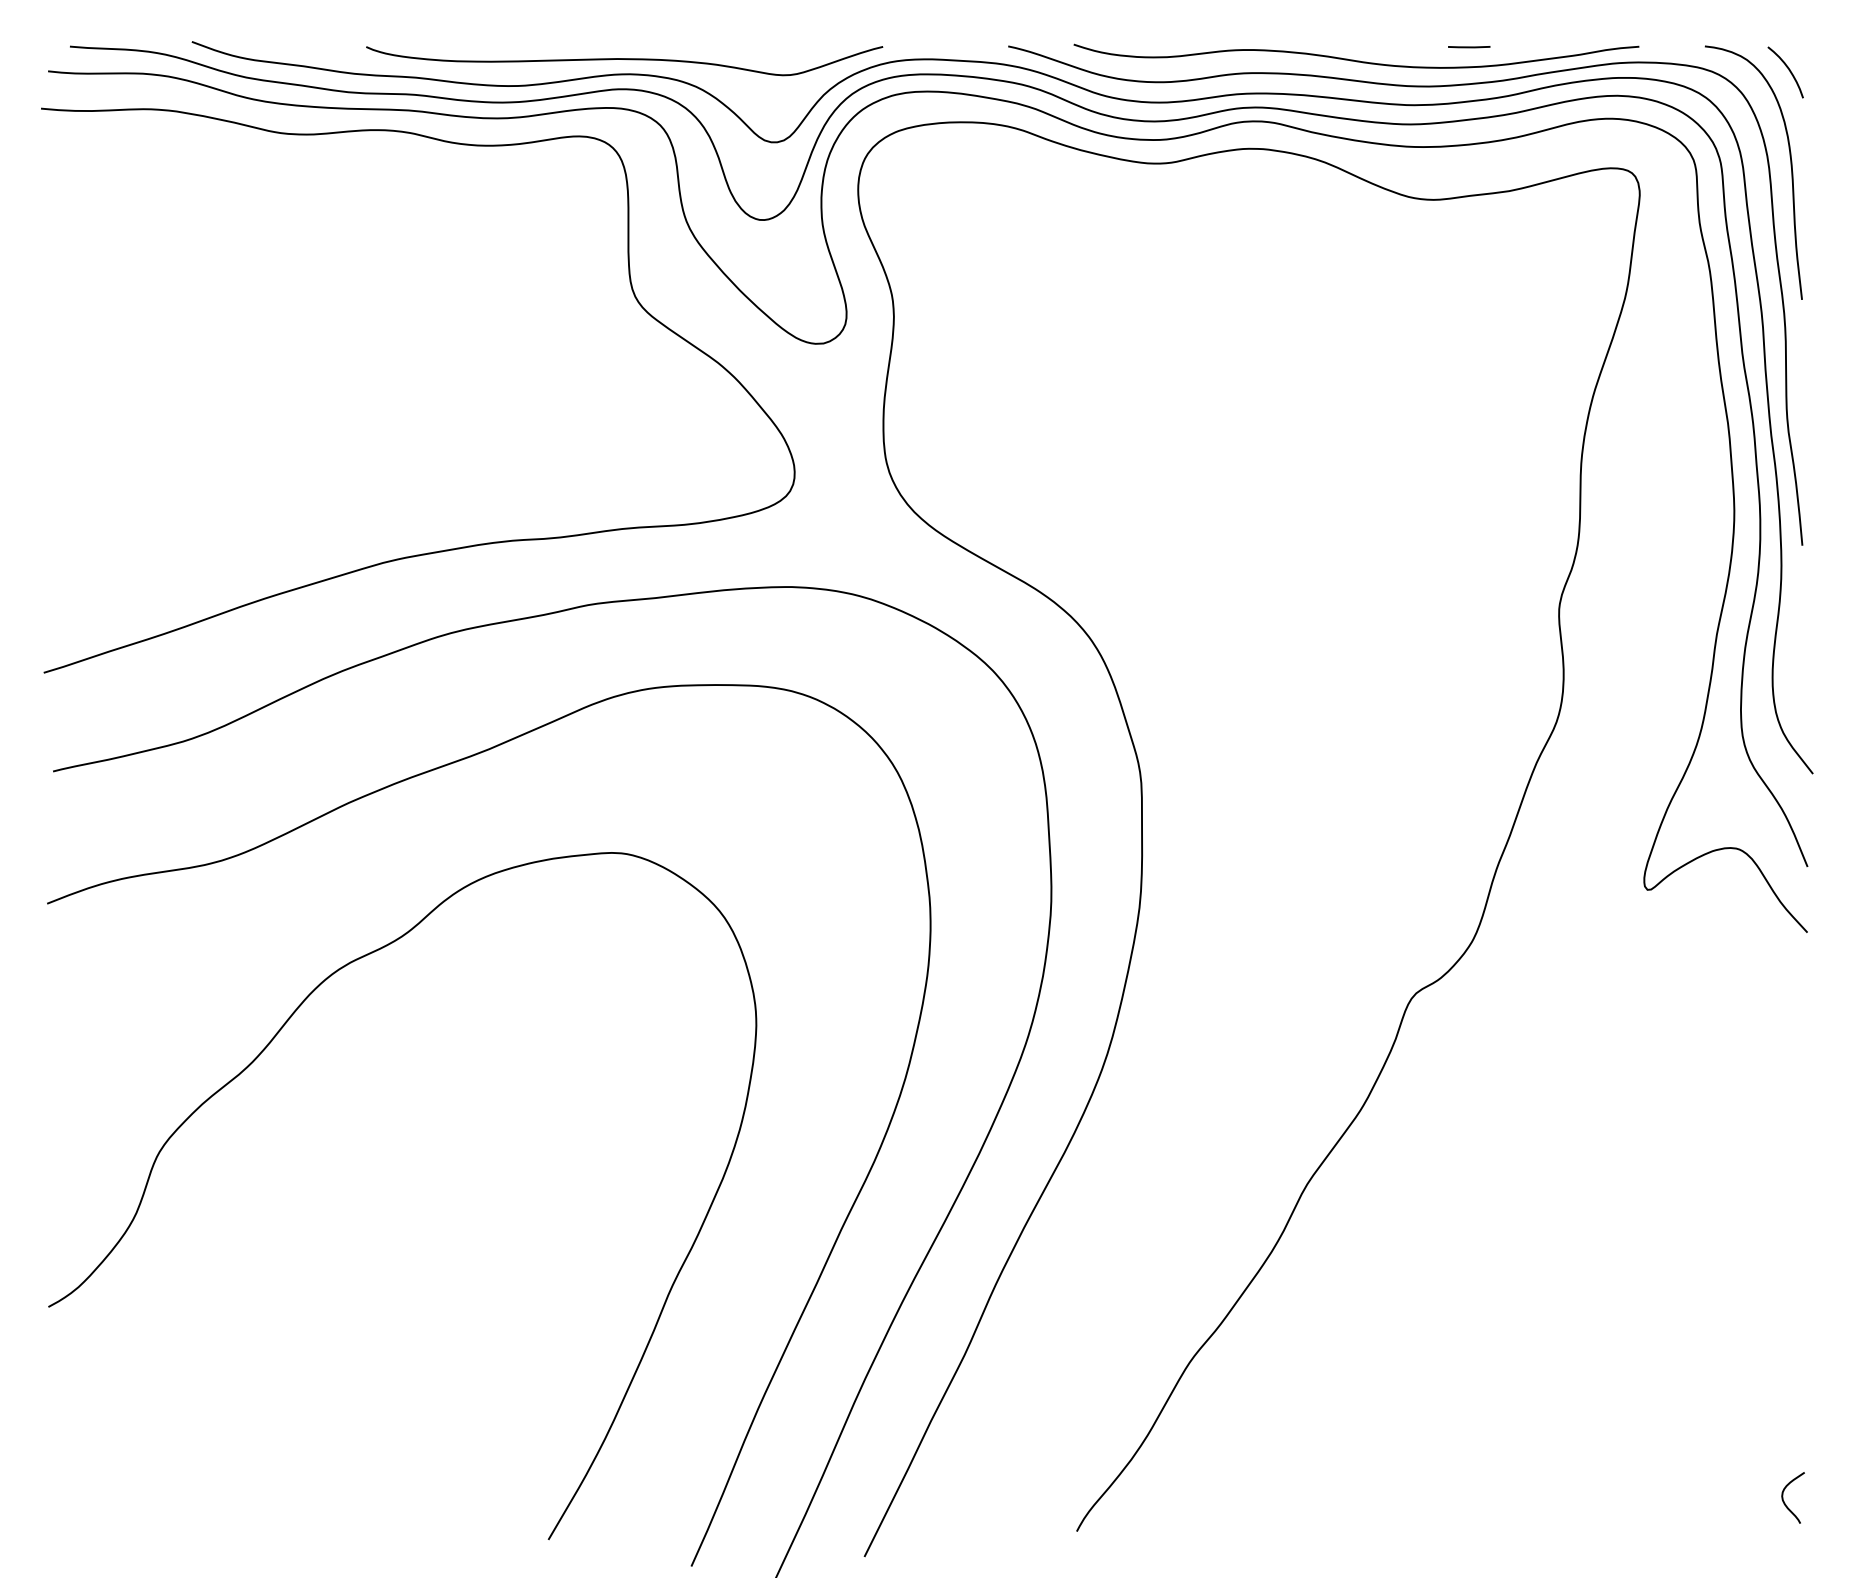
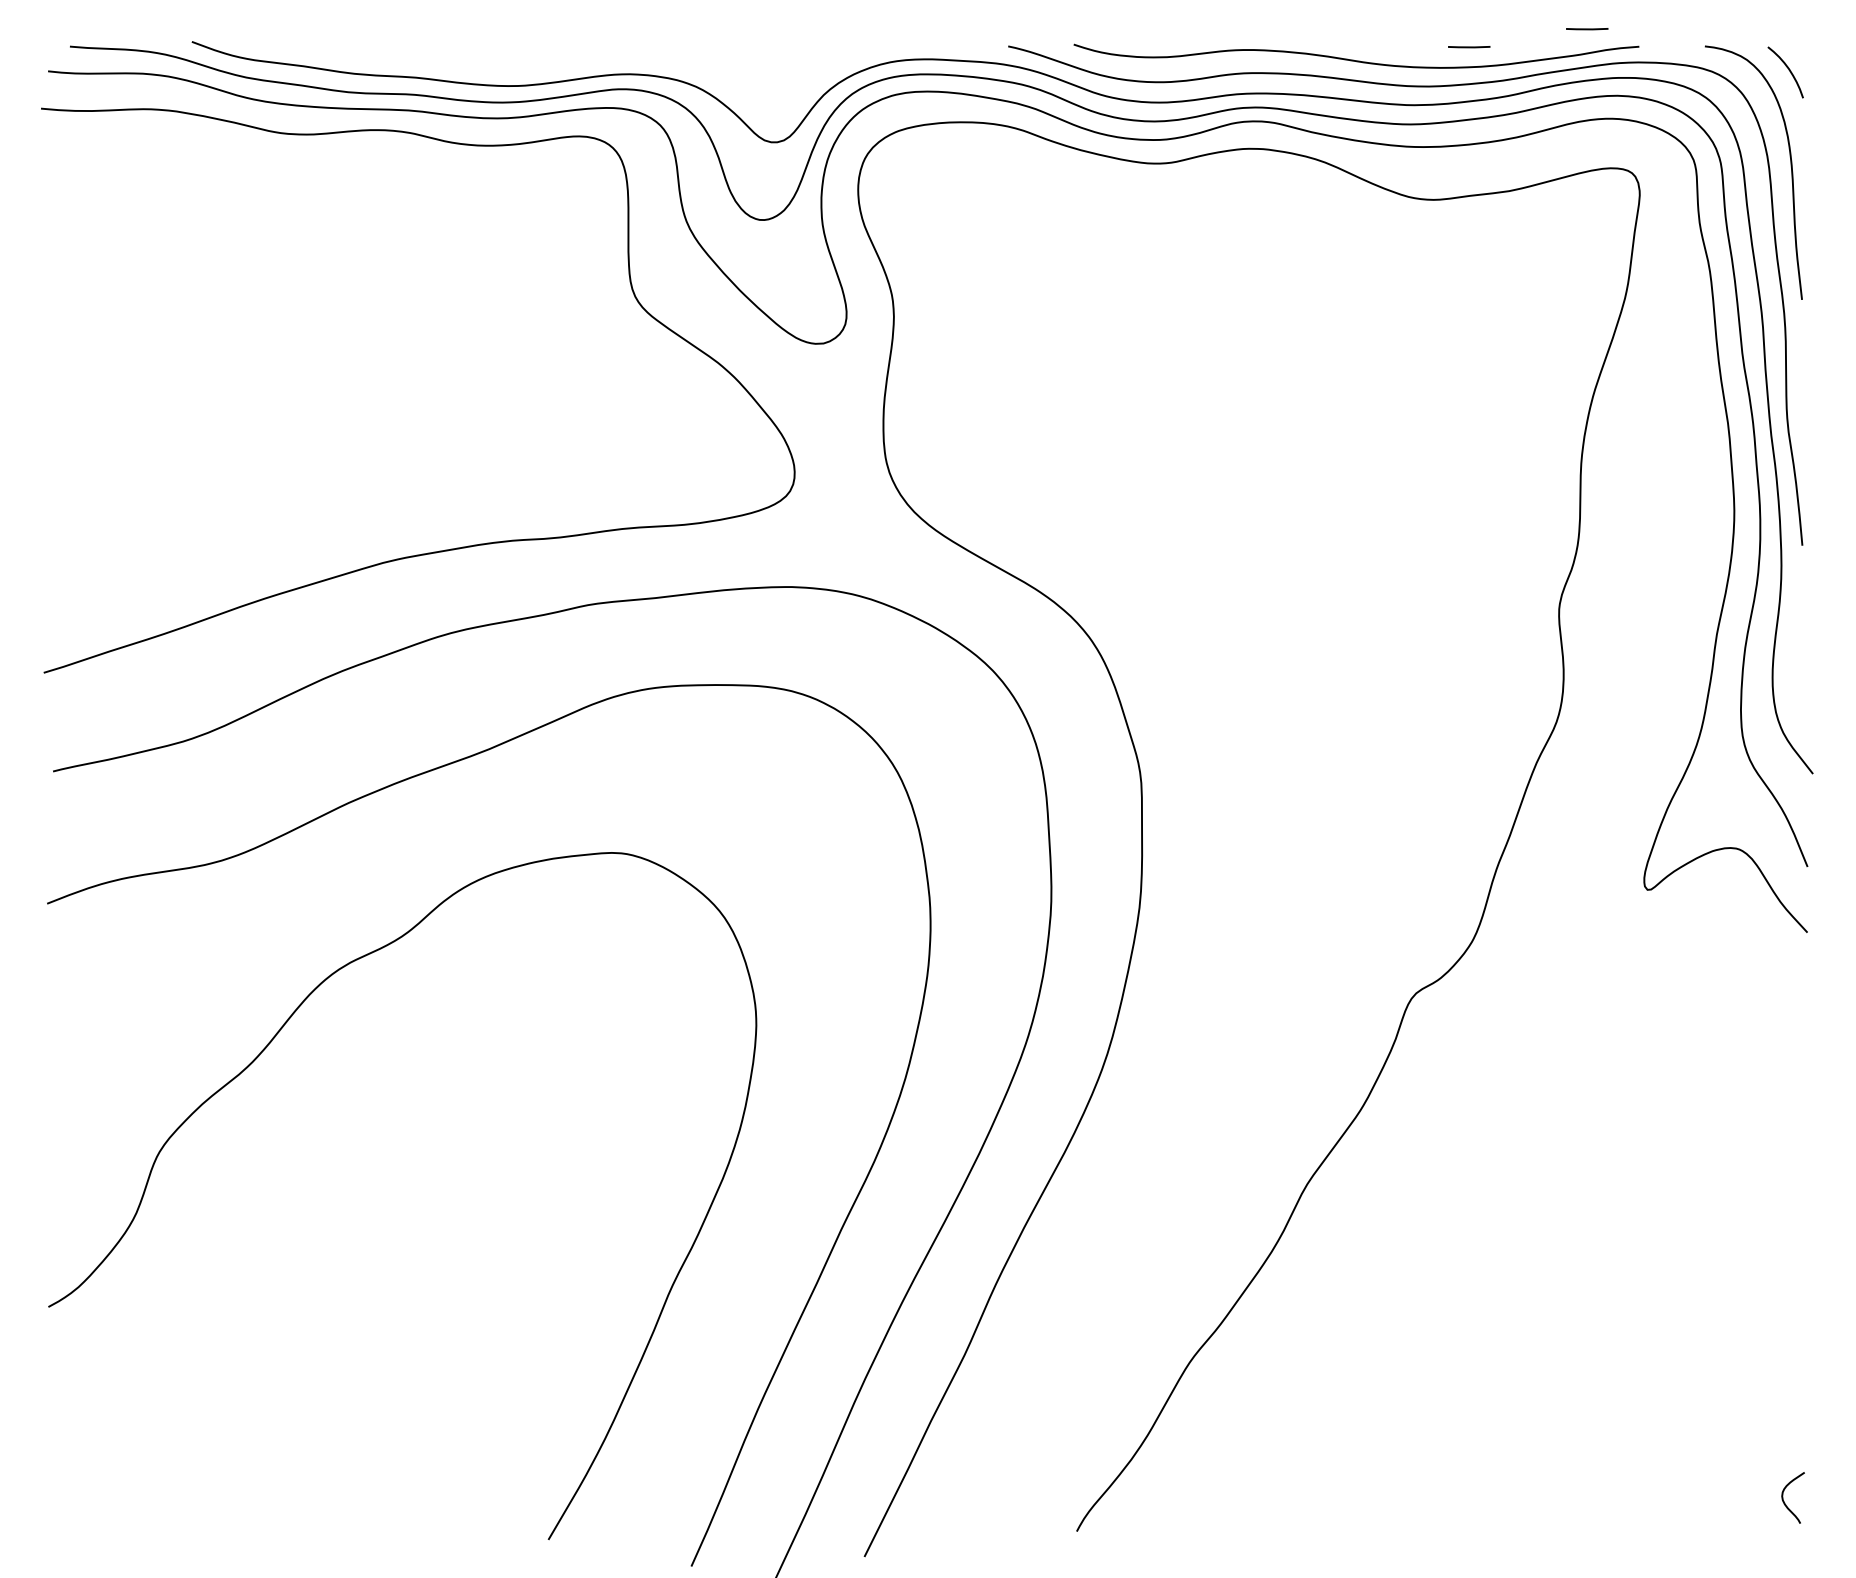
line at (1587, 29): none -> present
curve at (624, 59): present -> none
